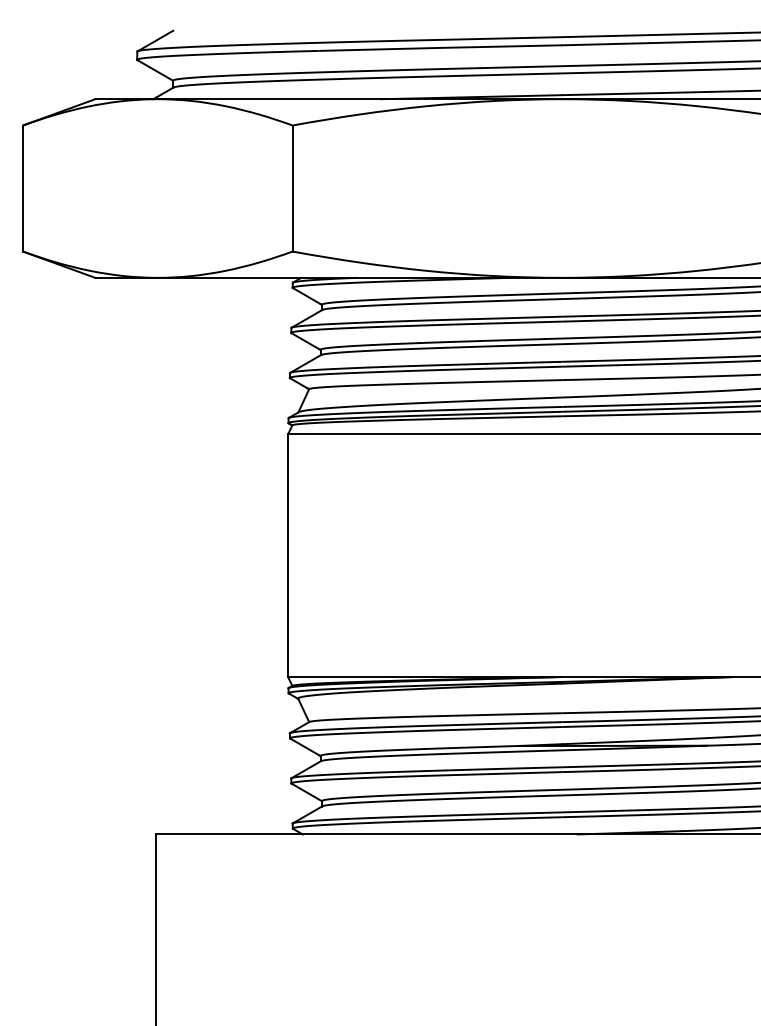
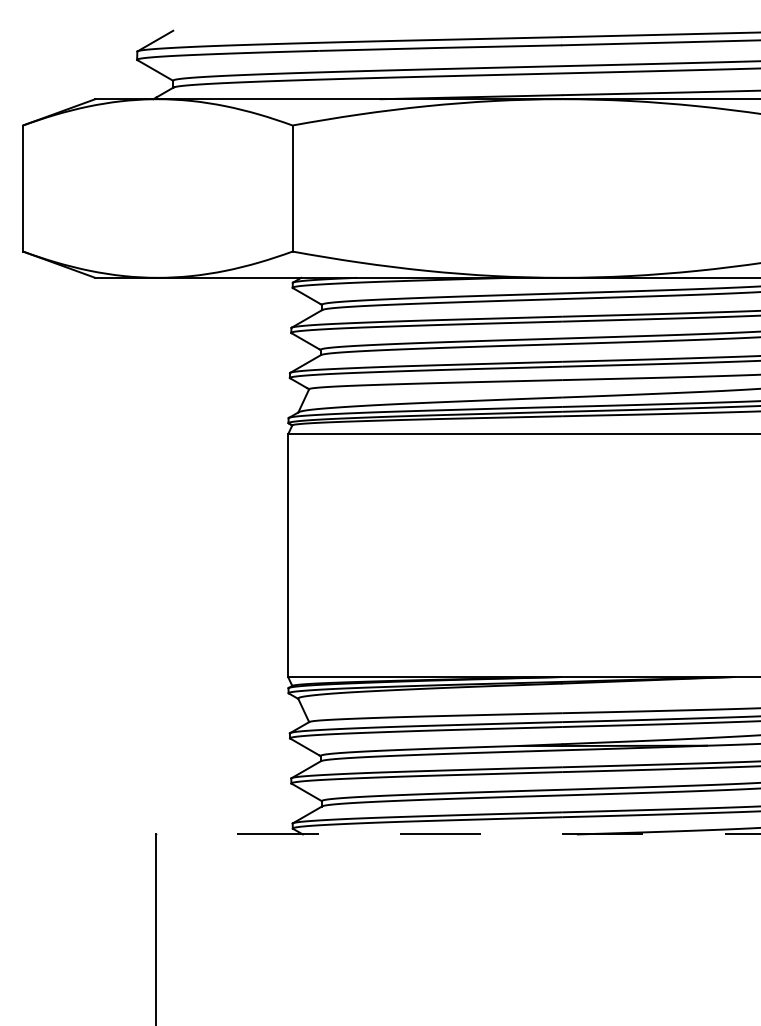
line at (458, 834): solid -> dashed
